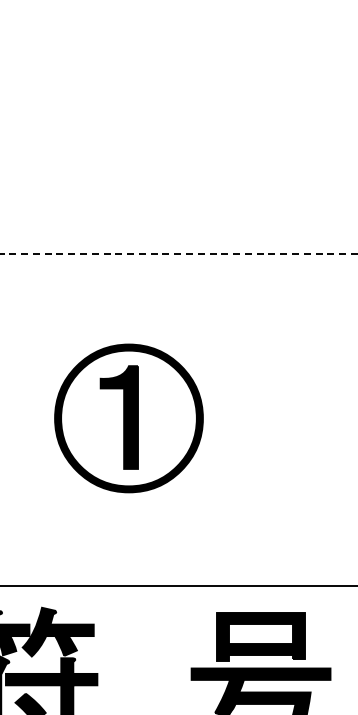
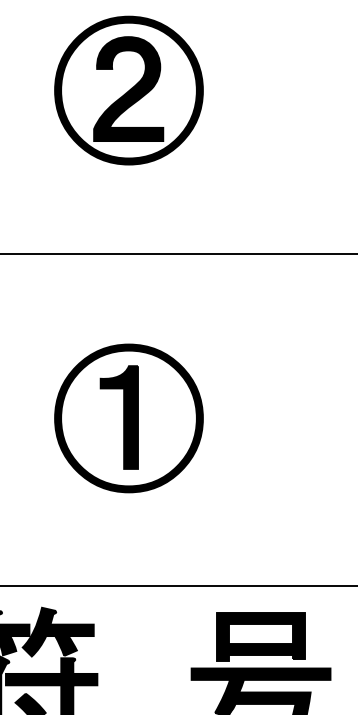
part at (128, 90): none -> present
line at (179, 253): dashed -> solid
